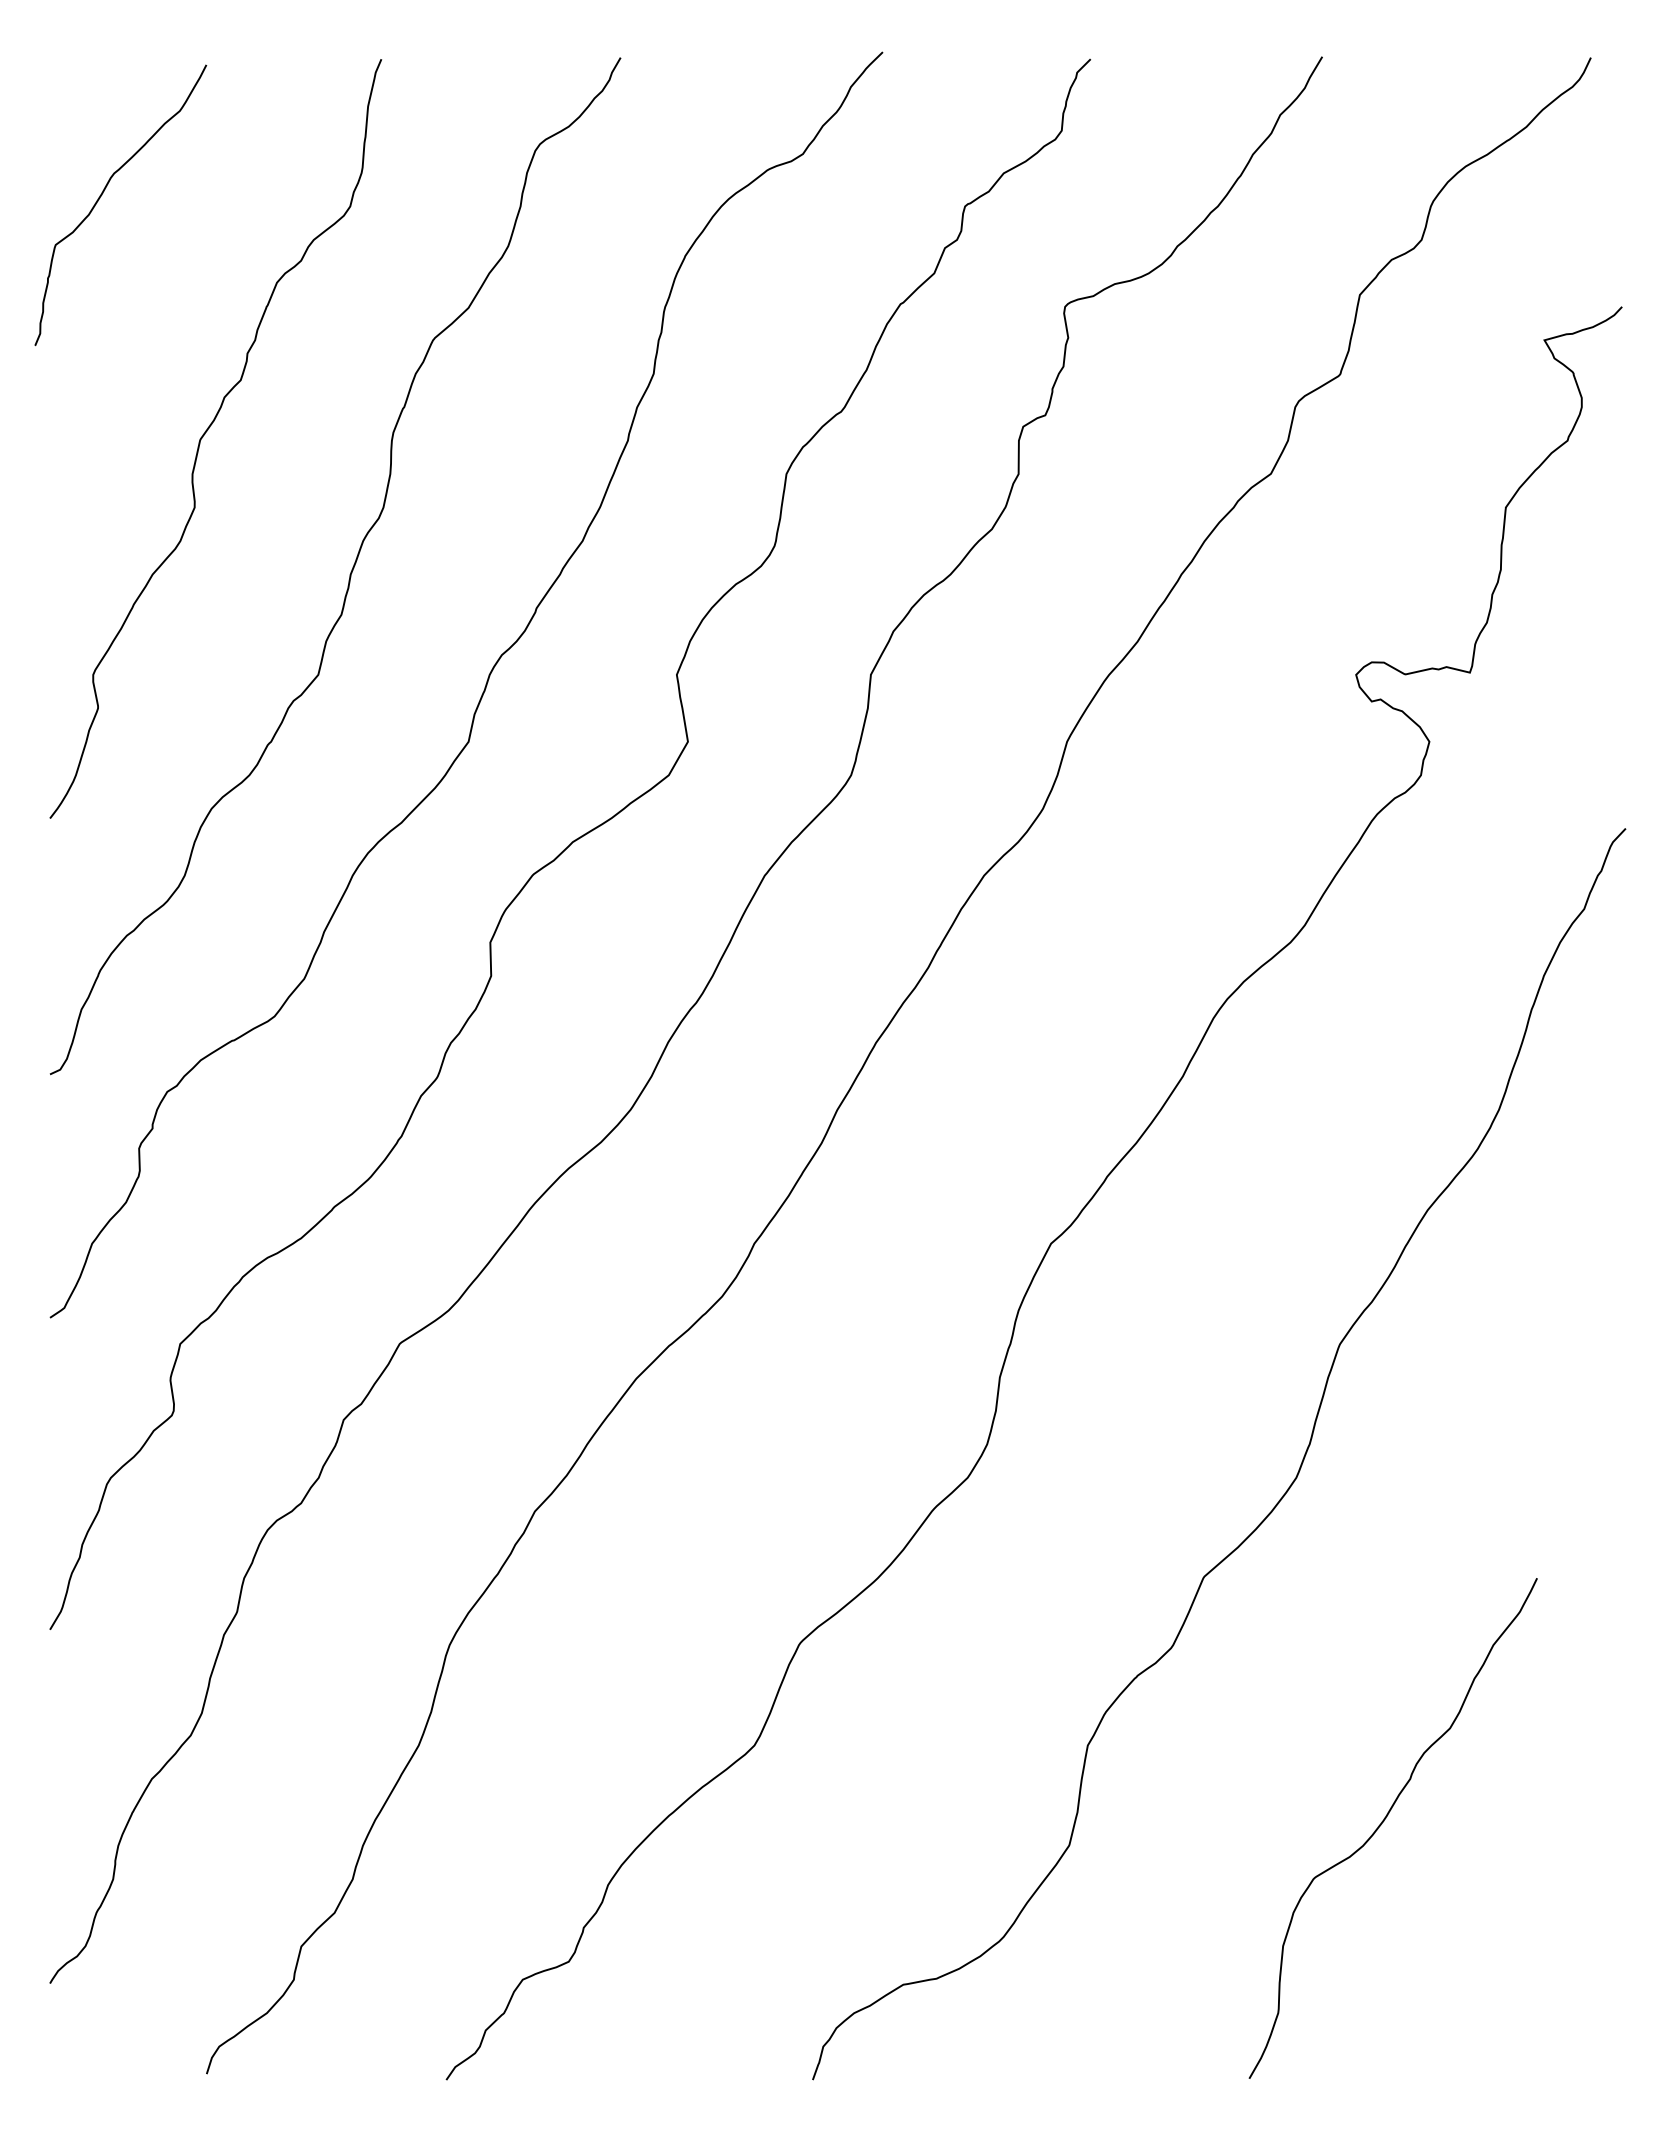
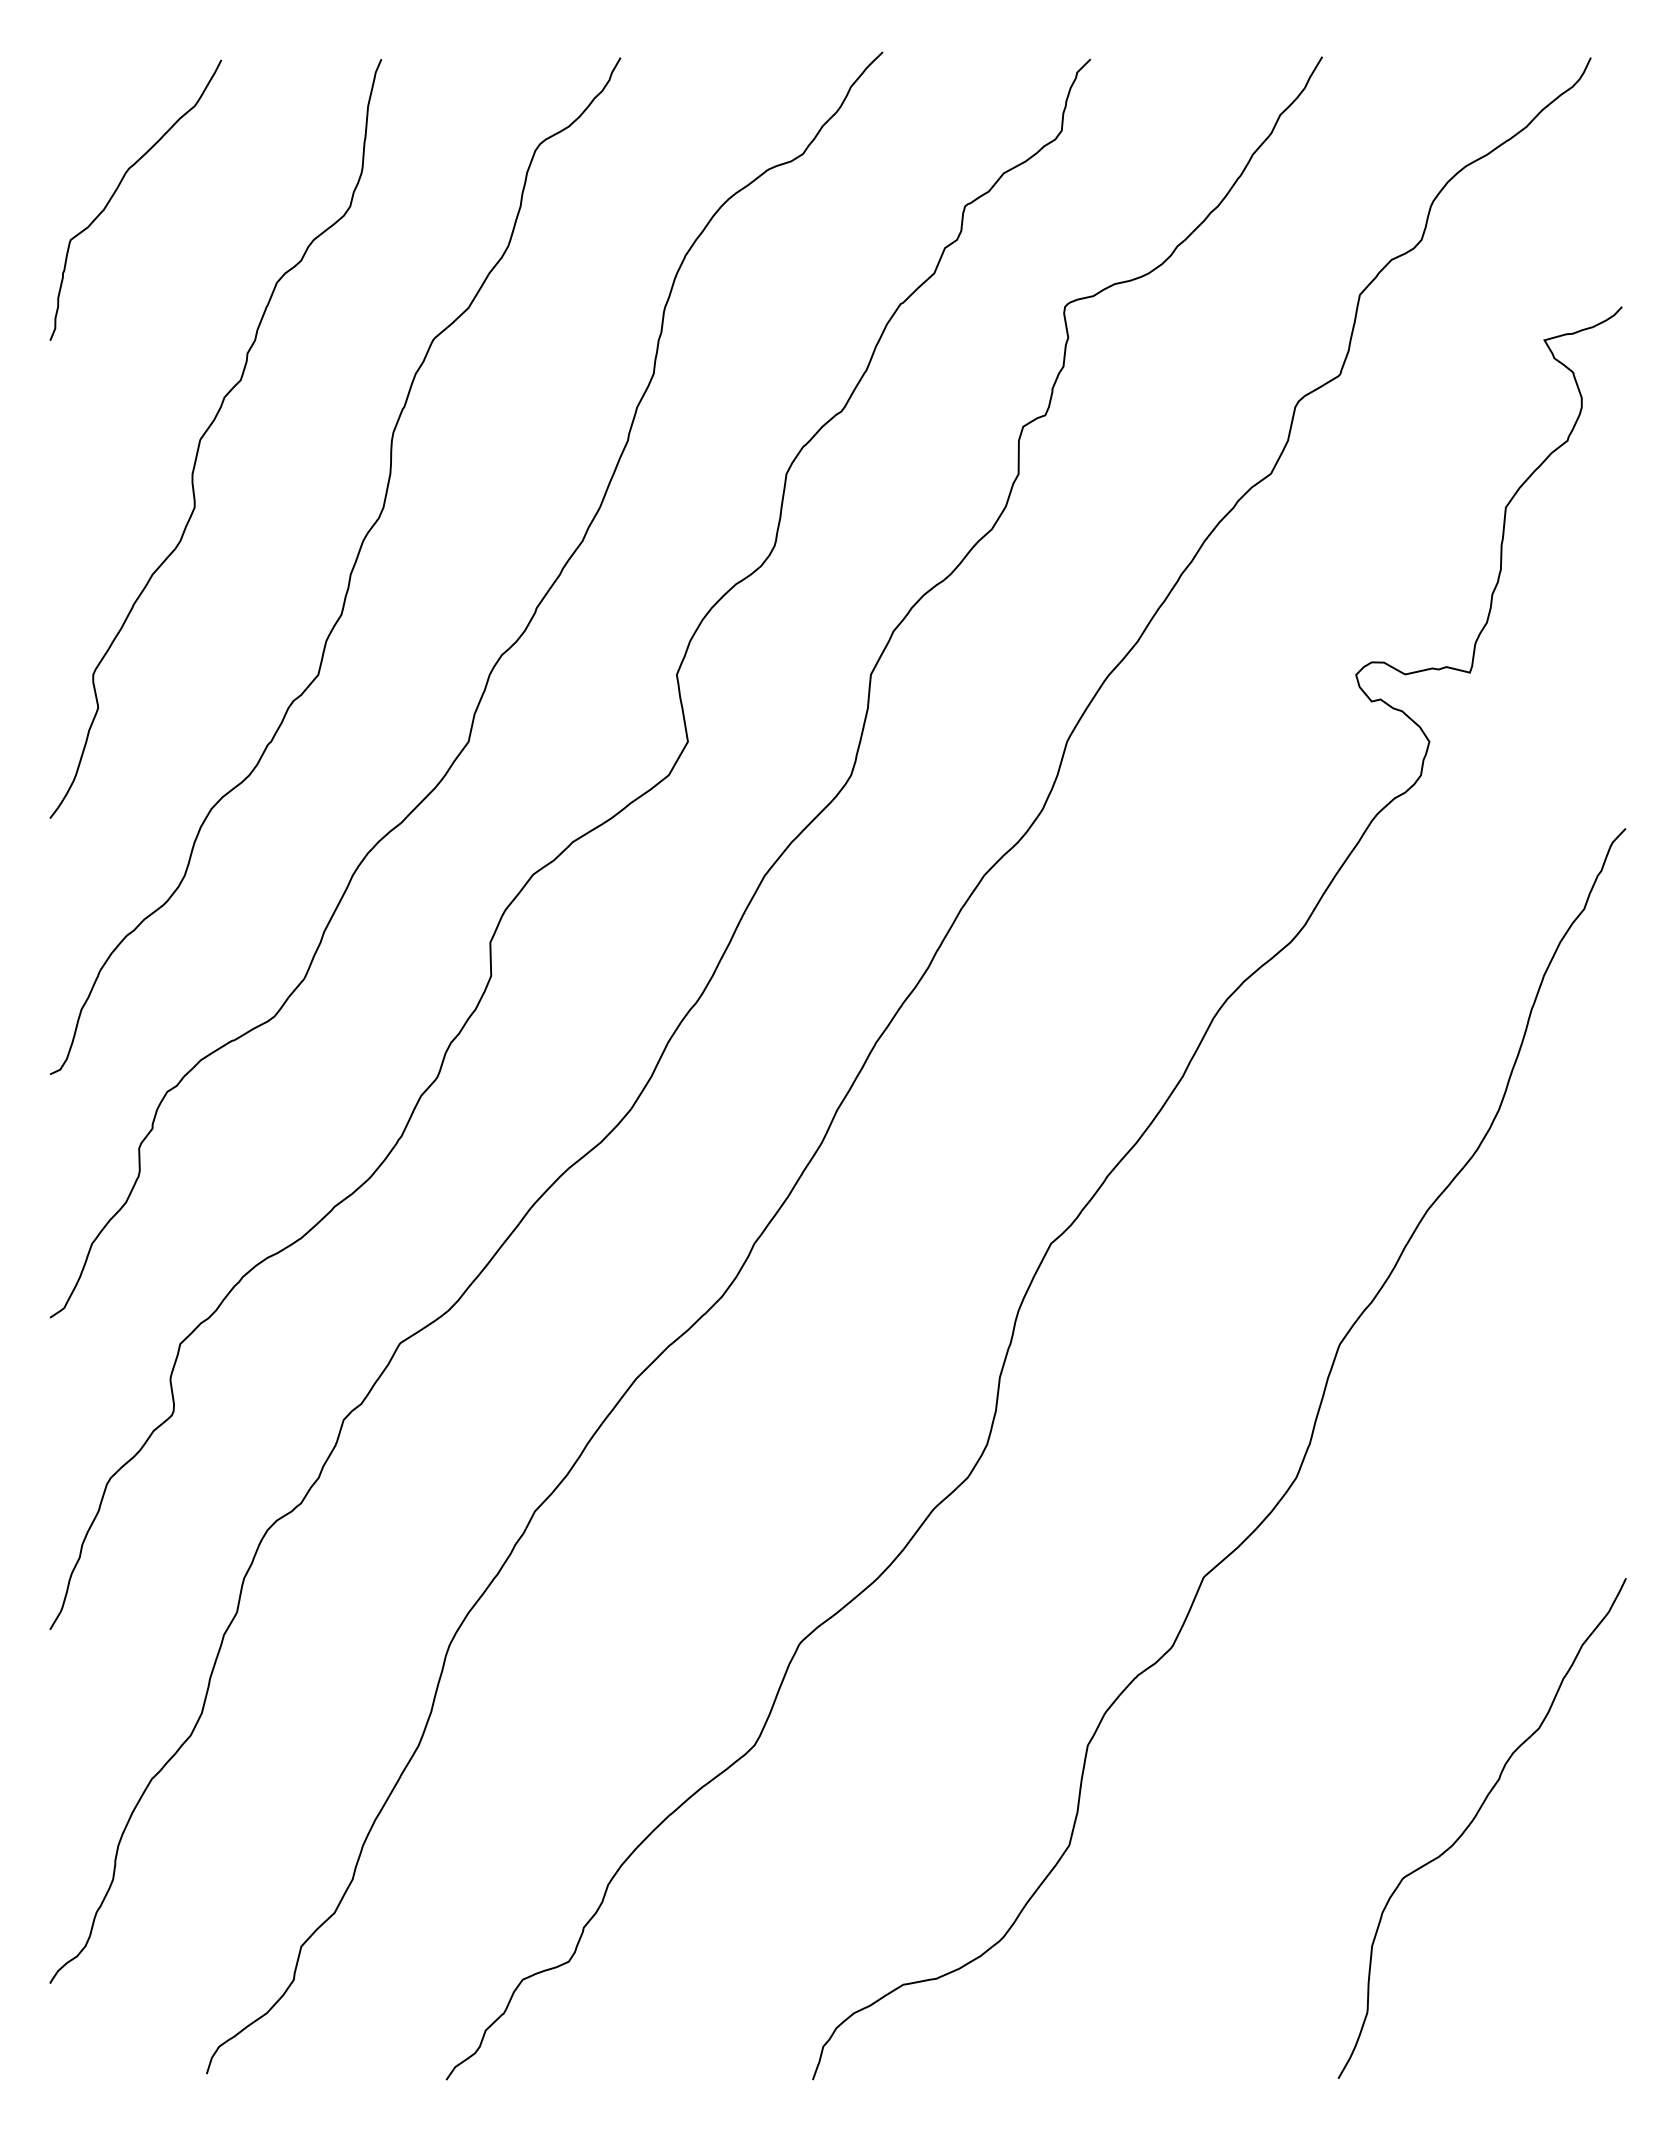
curve at (102, 195) position: (102, 195) -> (117, 190)
curve at (1384, 1821) position: (1384, 1821) -> (1473, 1821)
